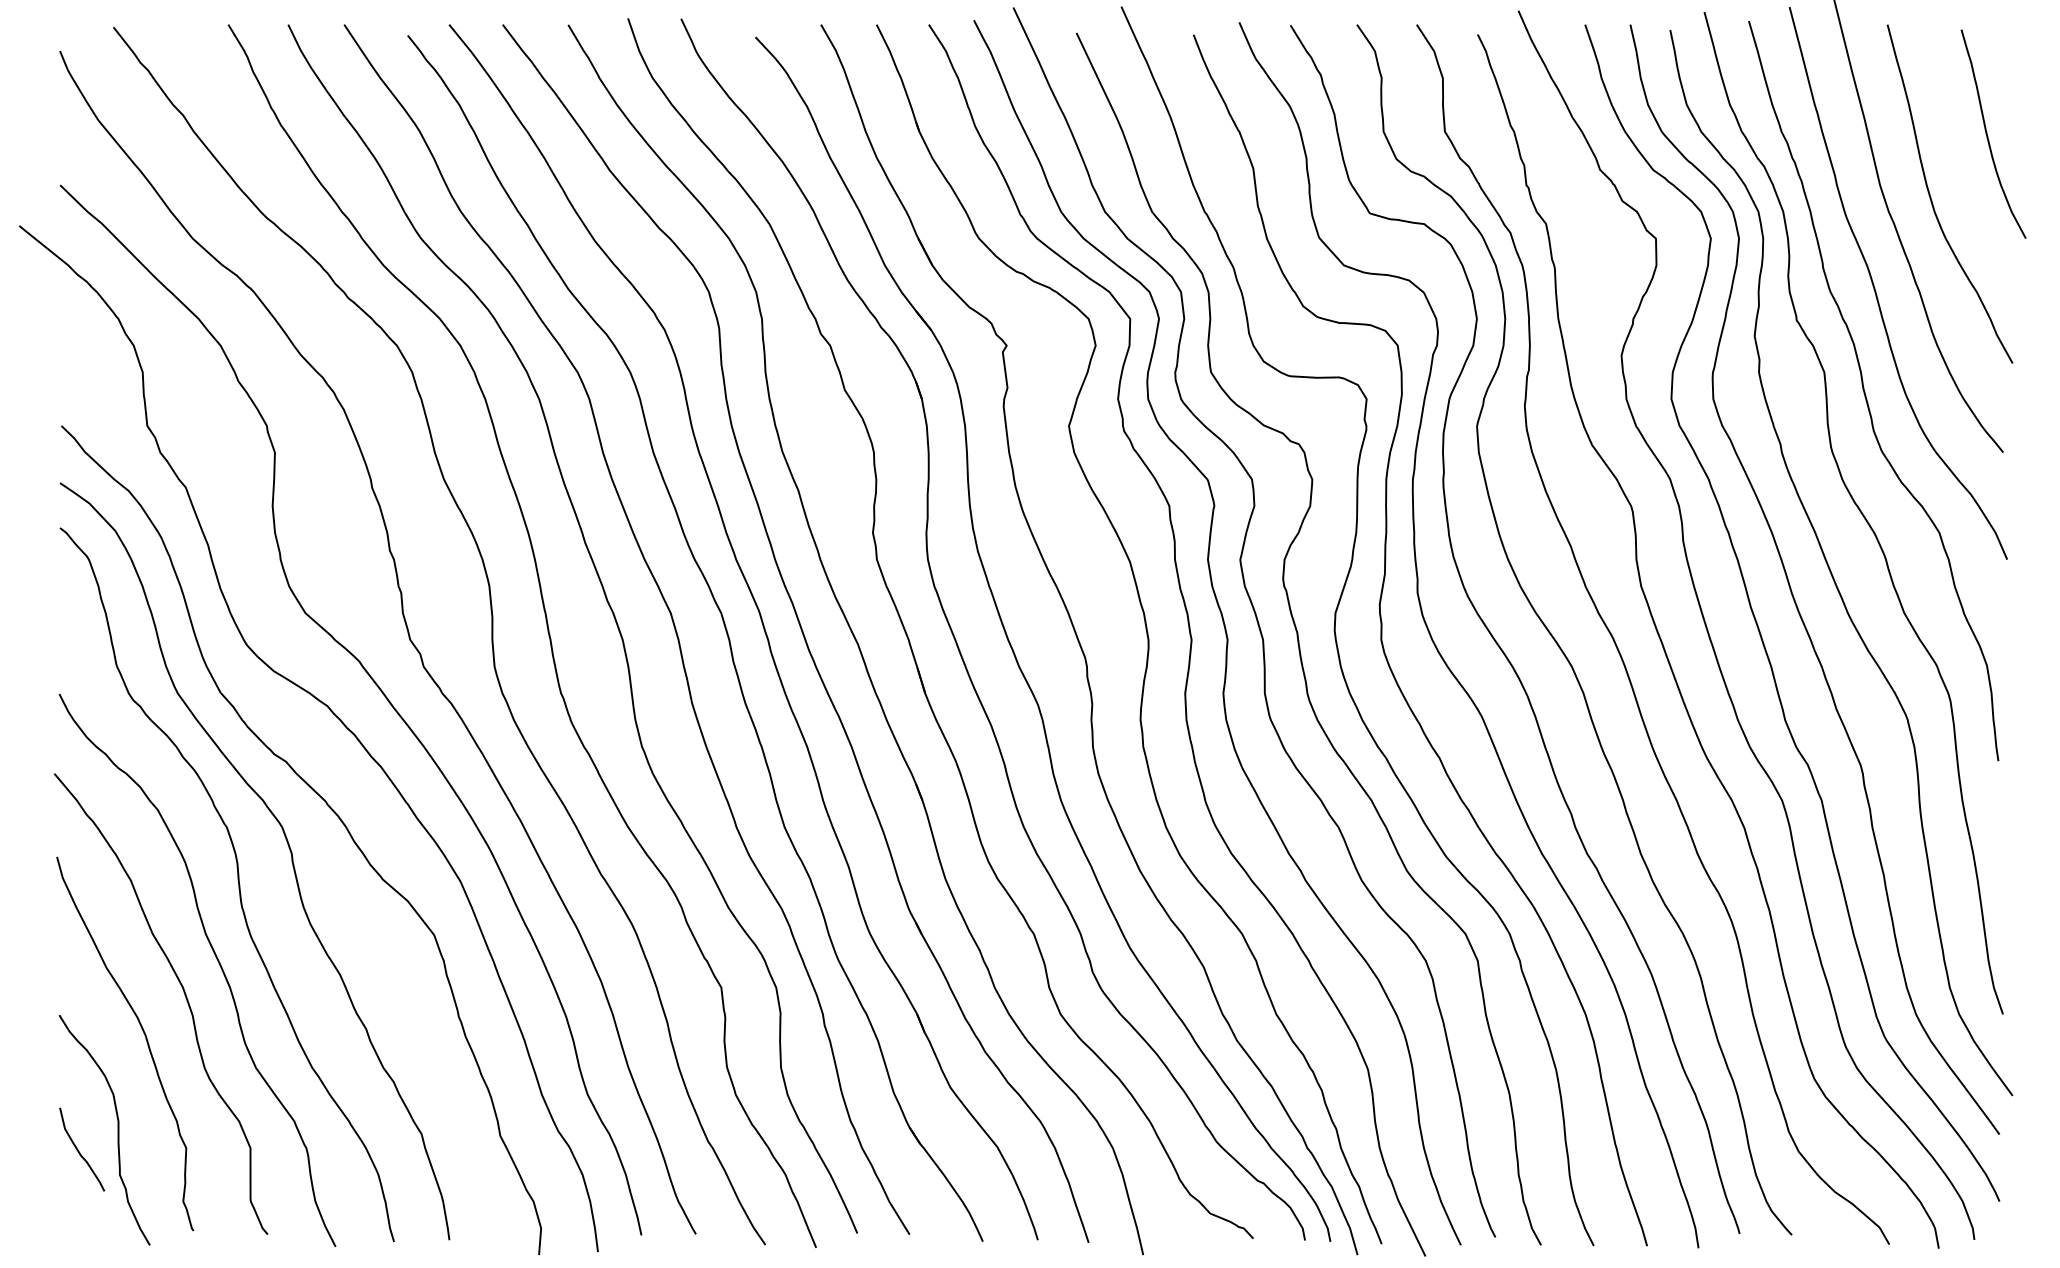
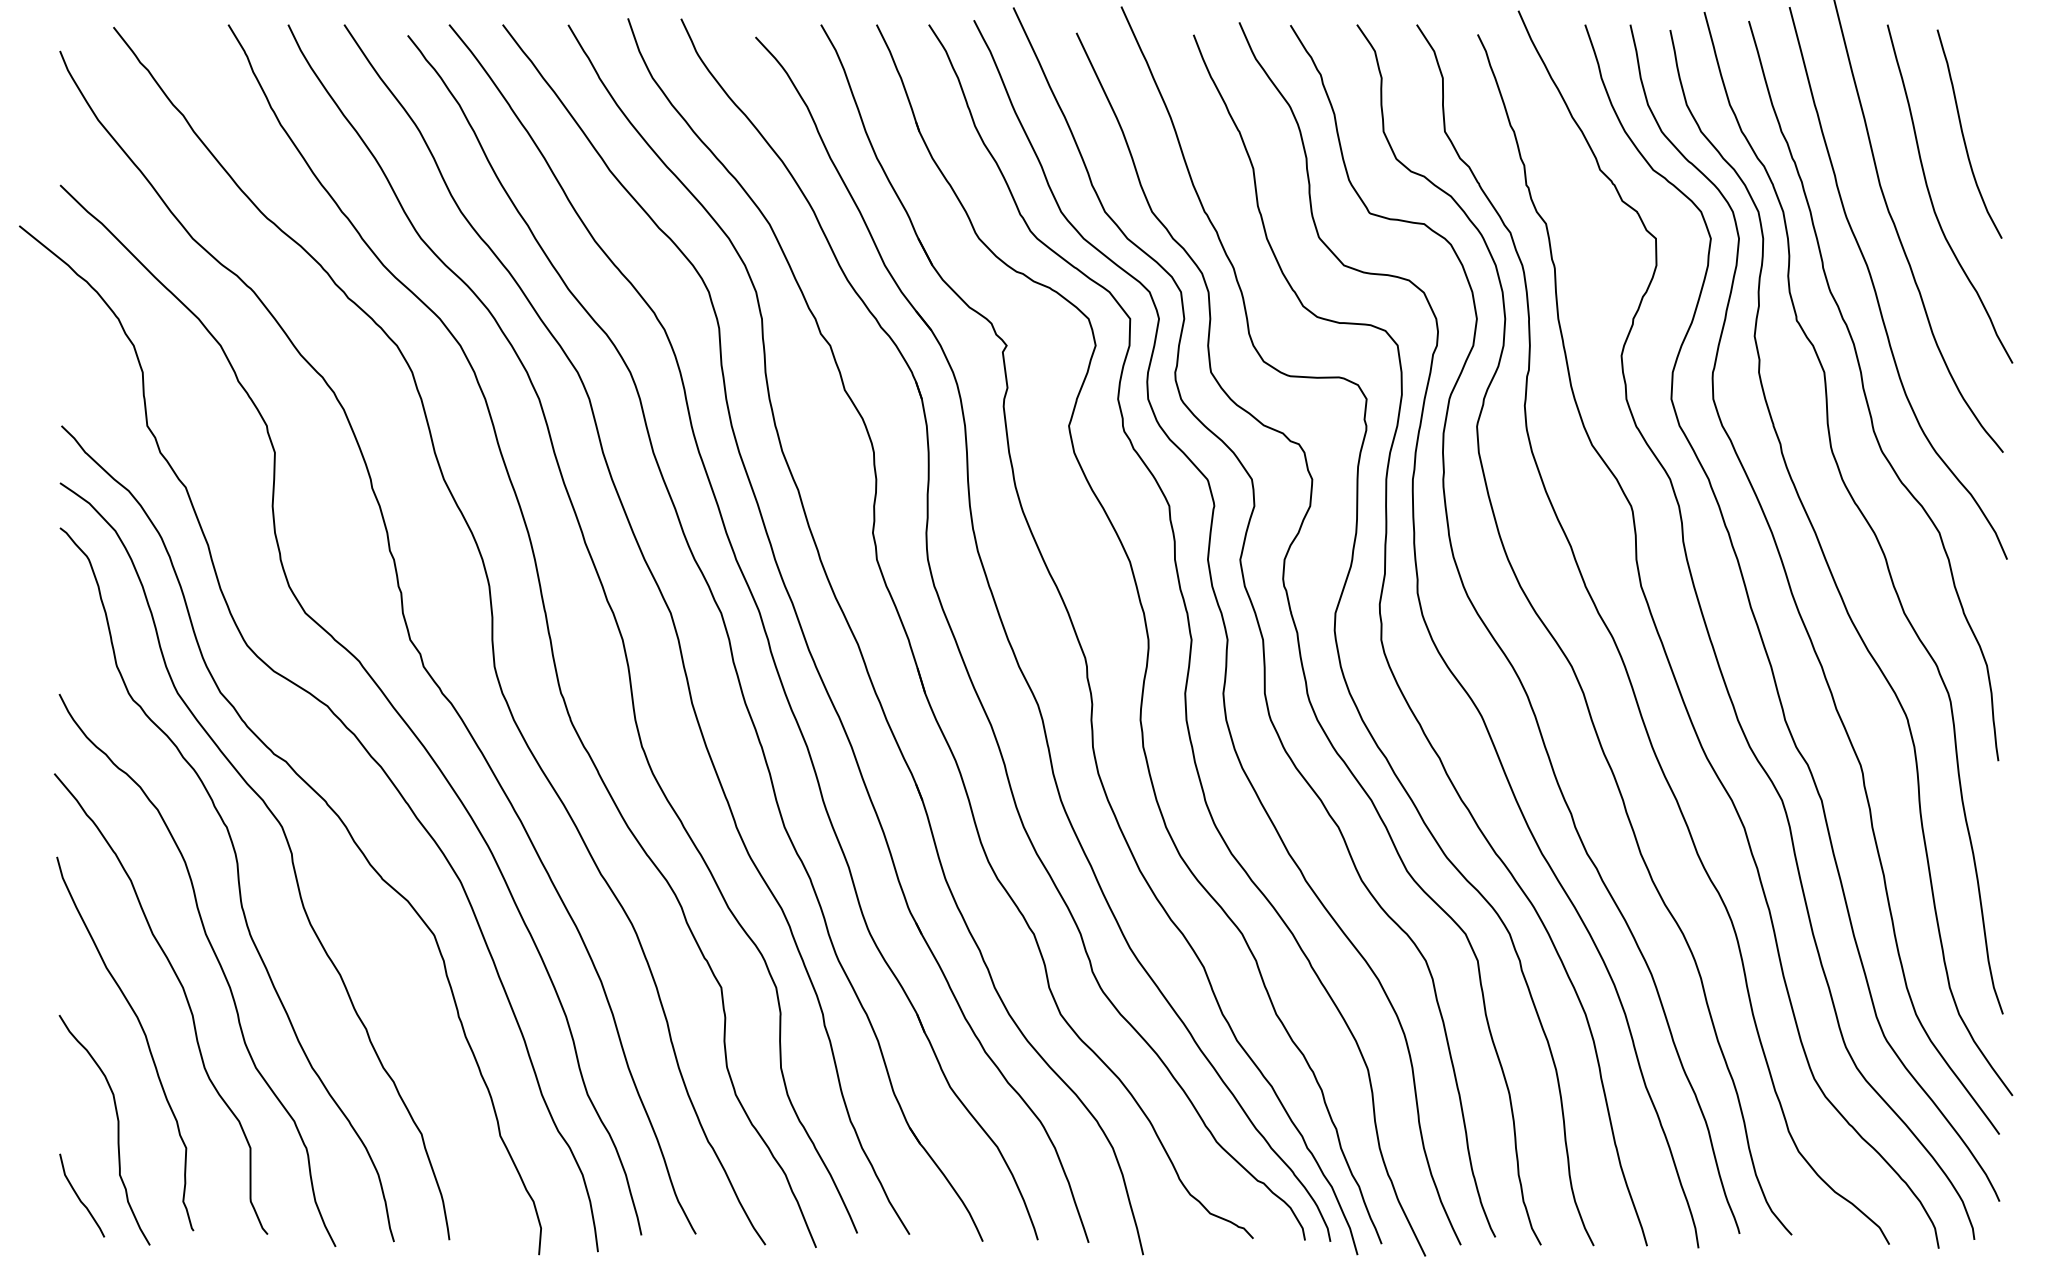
curve at (1988, 136) position: (1988, 136) -> (1964, 136)
curve at (79, 1151) position: (79, 1151) -> (79, 1197)
